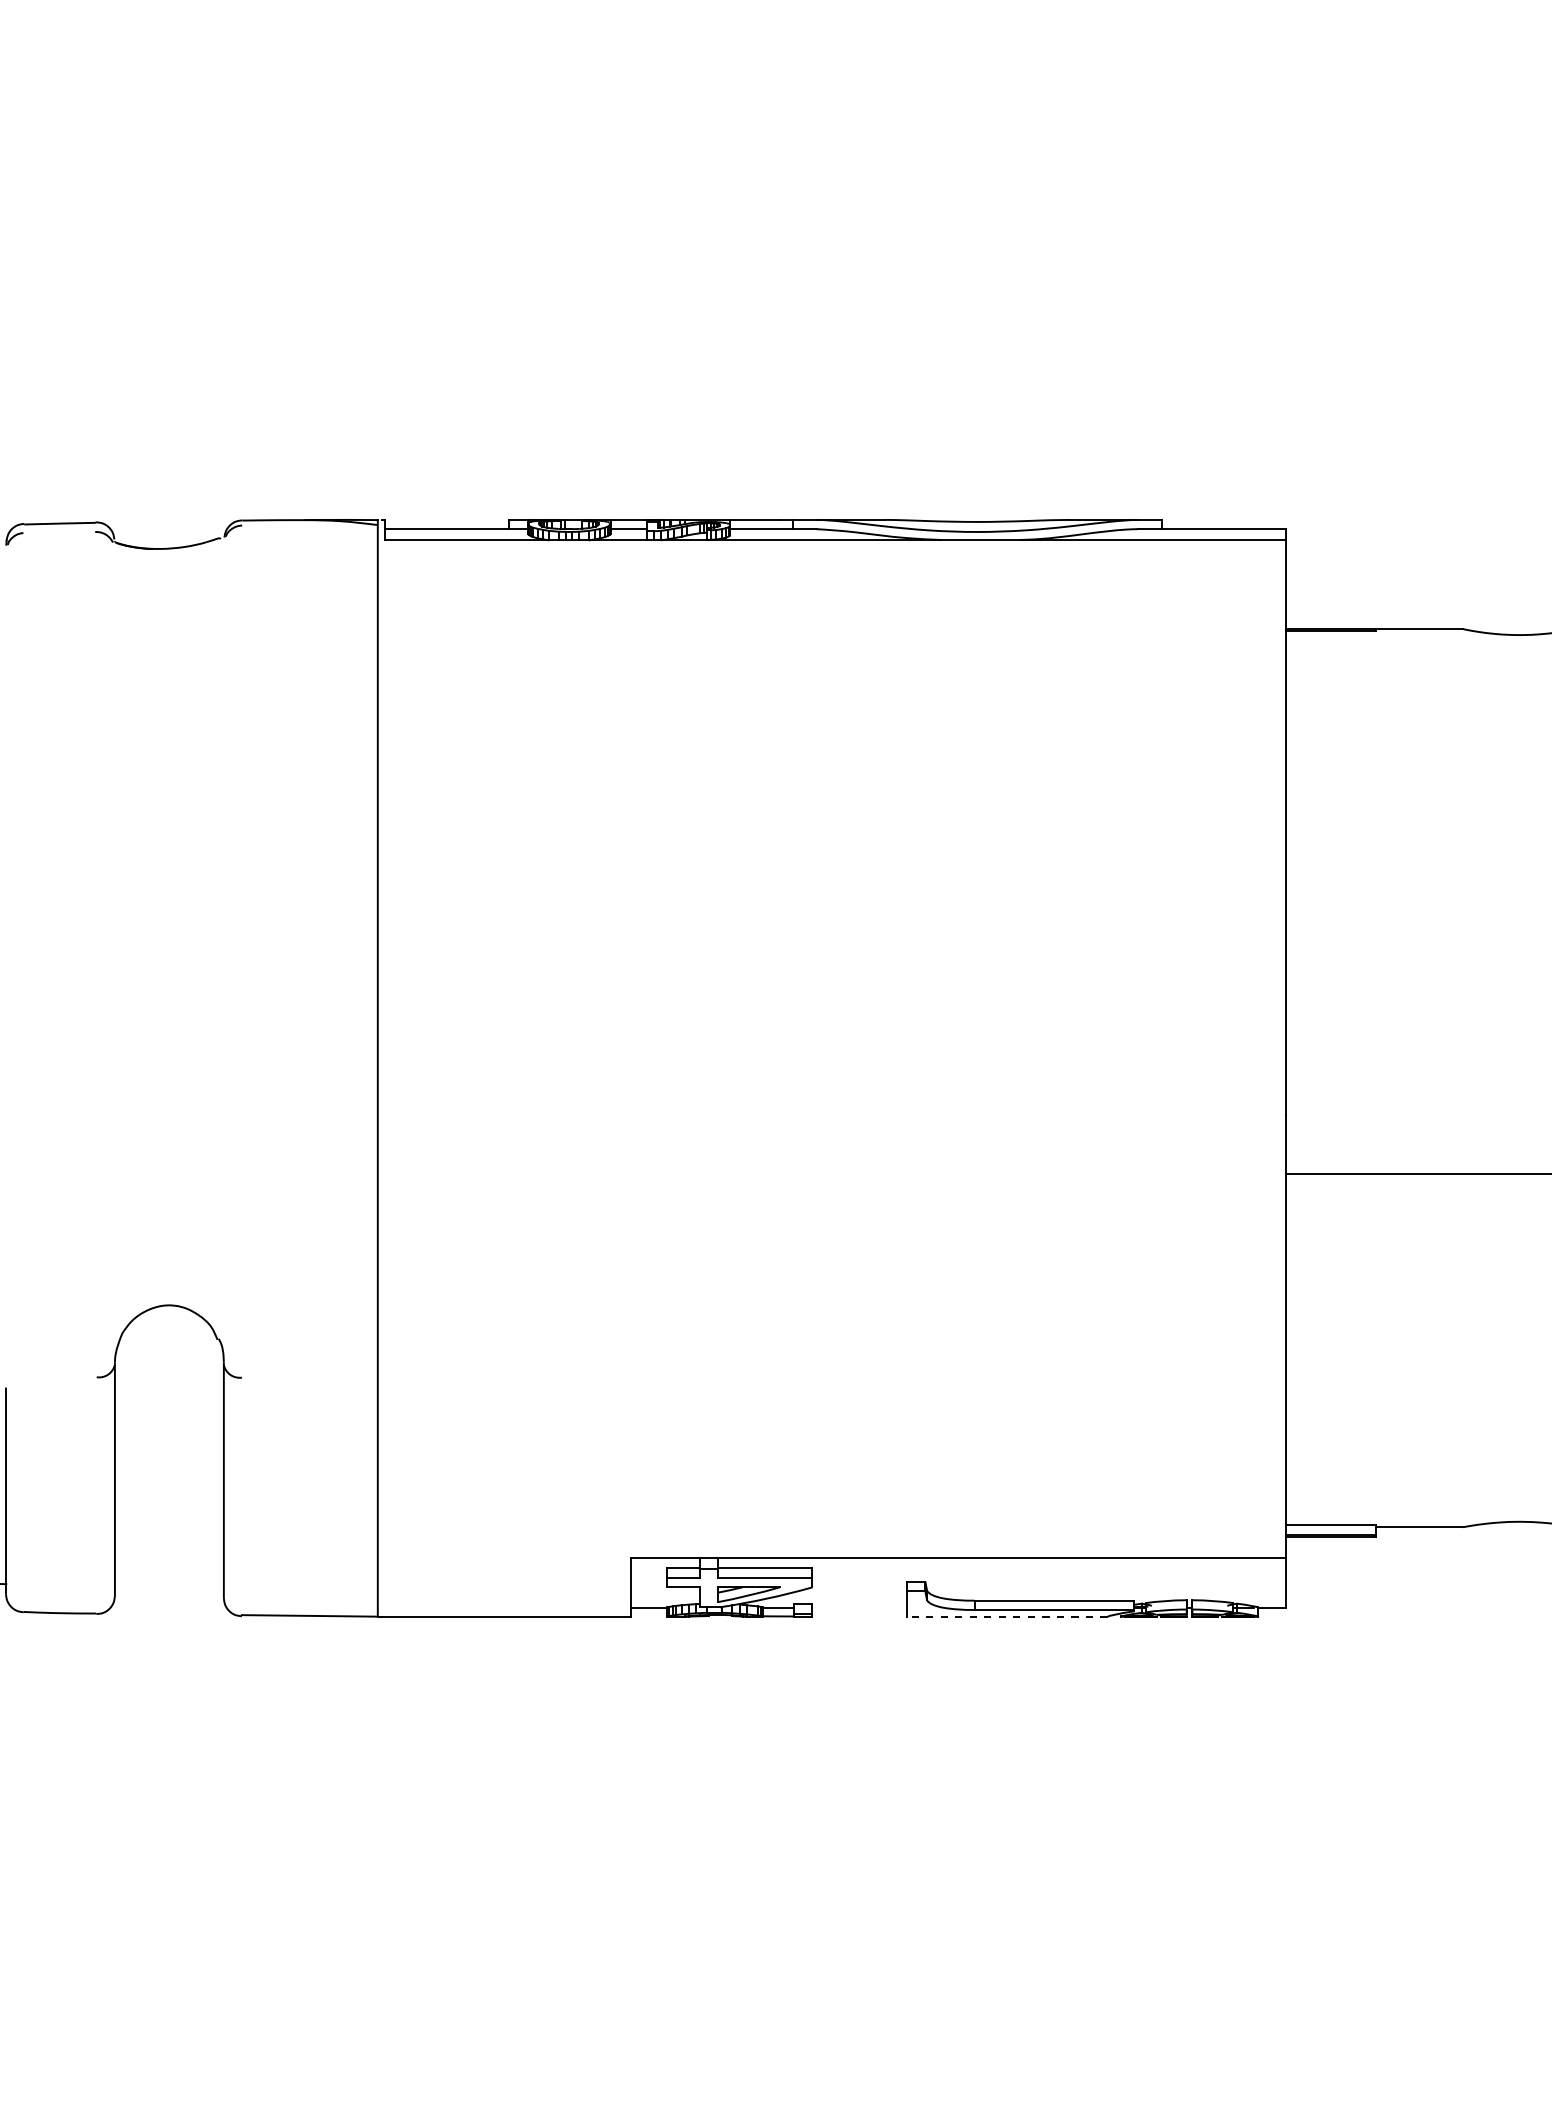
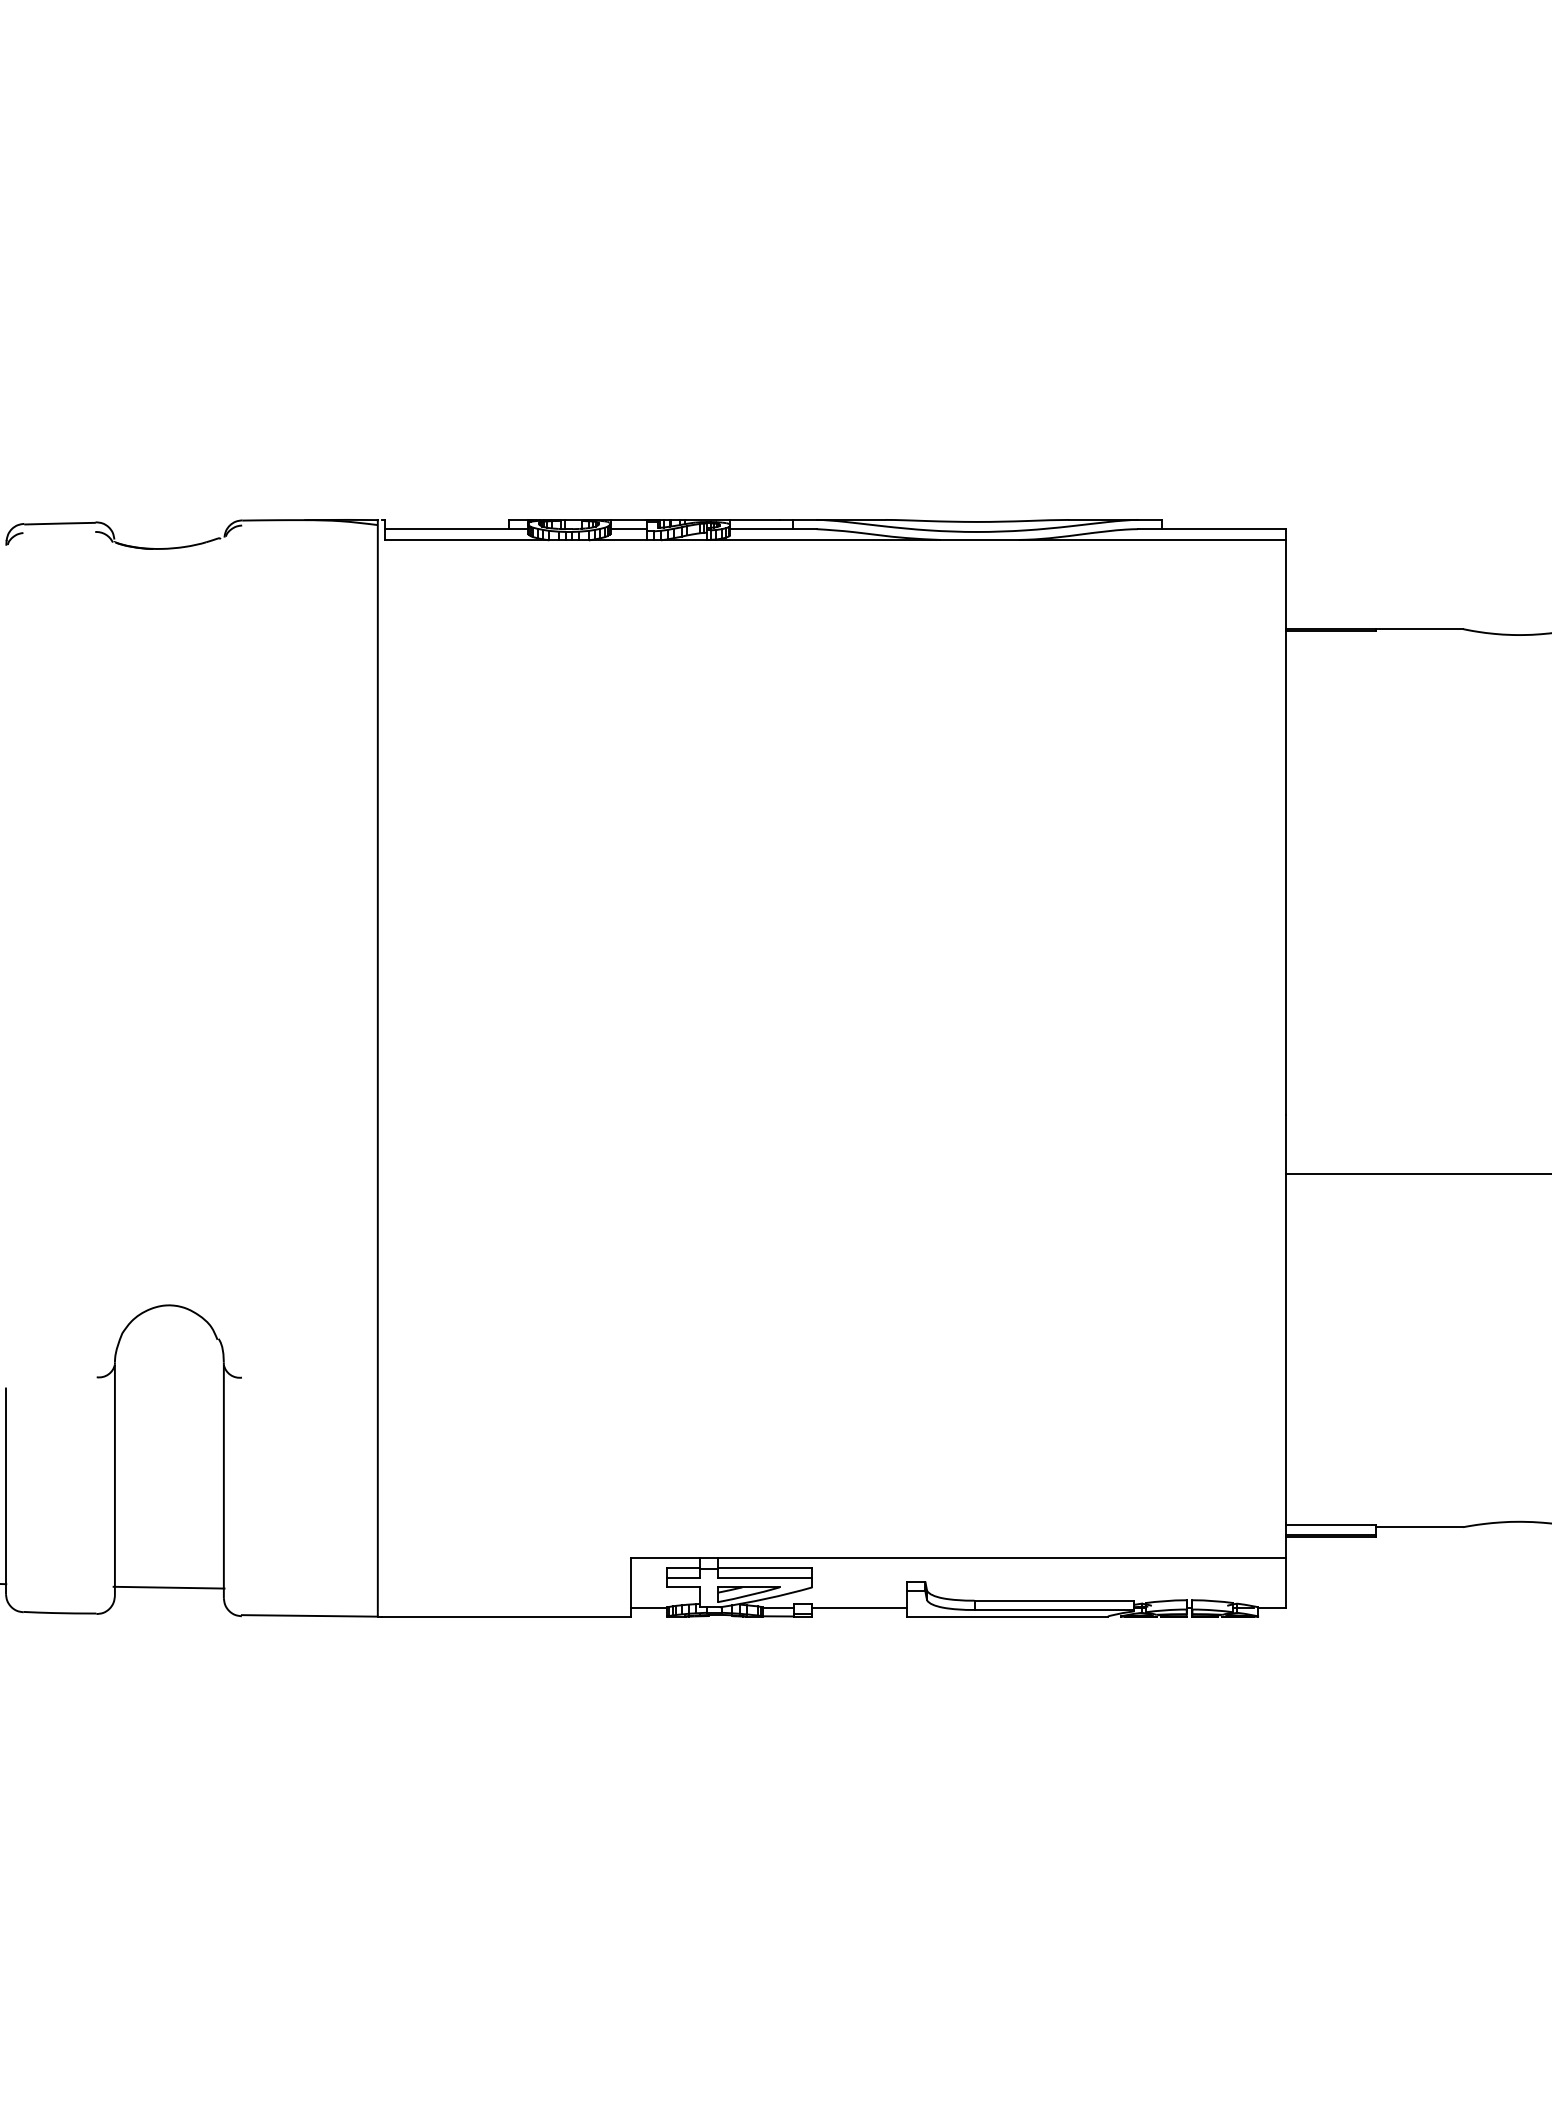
line at (168, 1587): none -> present
line at (859, 1607): none -> present
line at (1006, 1616): dashed -> solid
